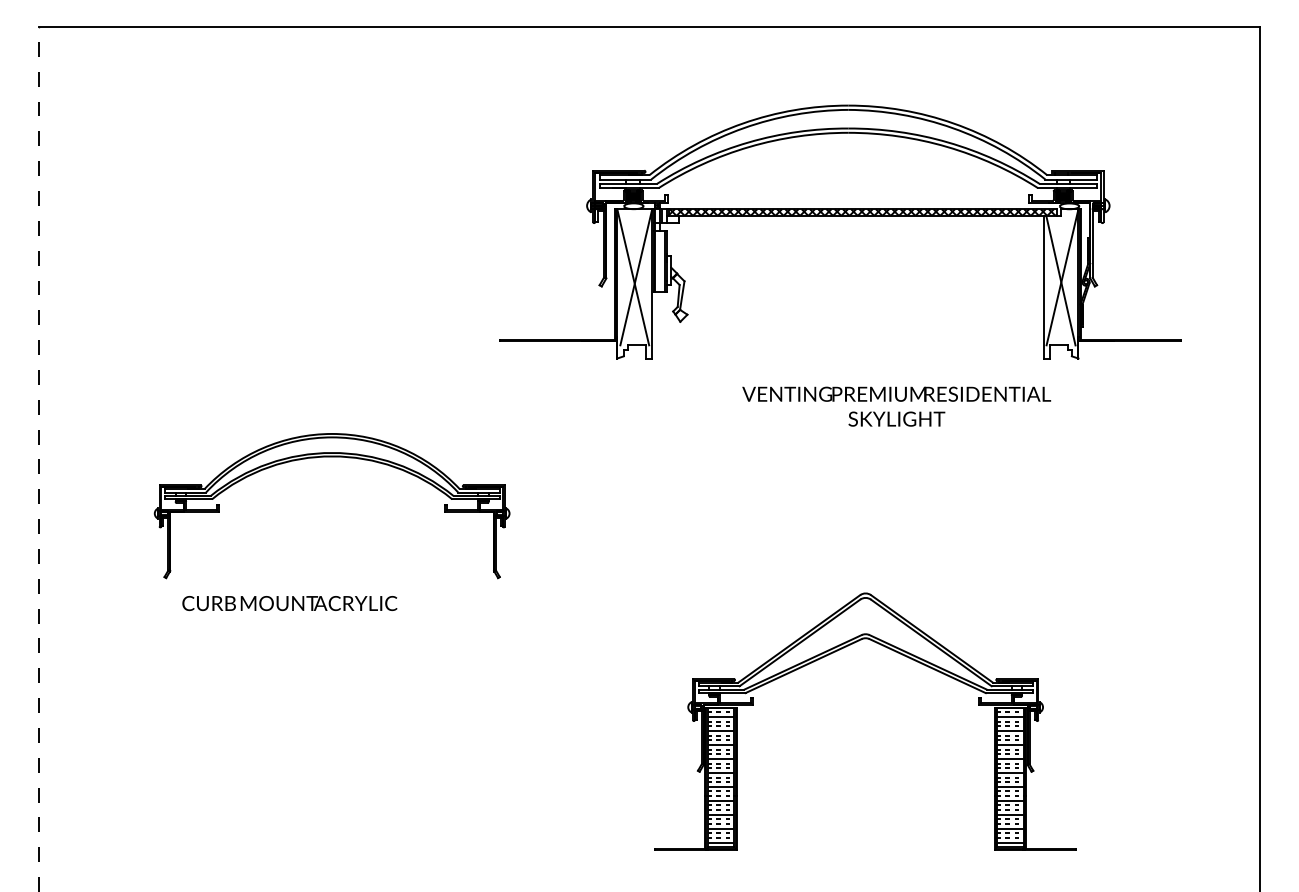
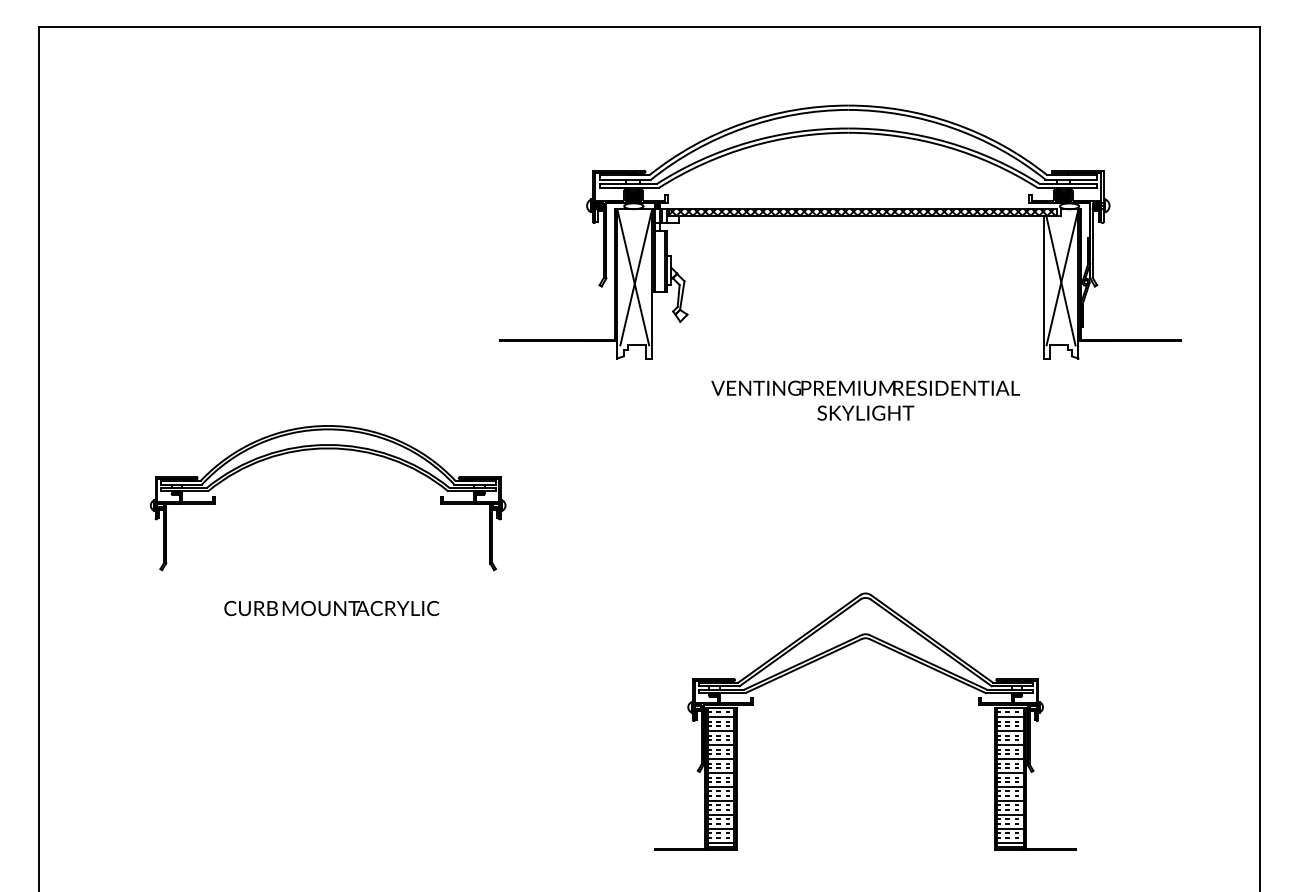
text at (896, 406) position: (896, 406) -> (865, 400)
part at (331, 457) position: (331, 457) -> (327, 449)
line at (38, 458): dashed -> solid
text at (289, 603) position: (289, 603) -> (331, 608)
